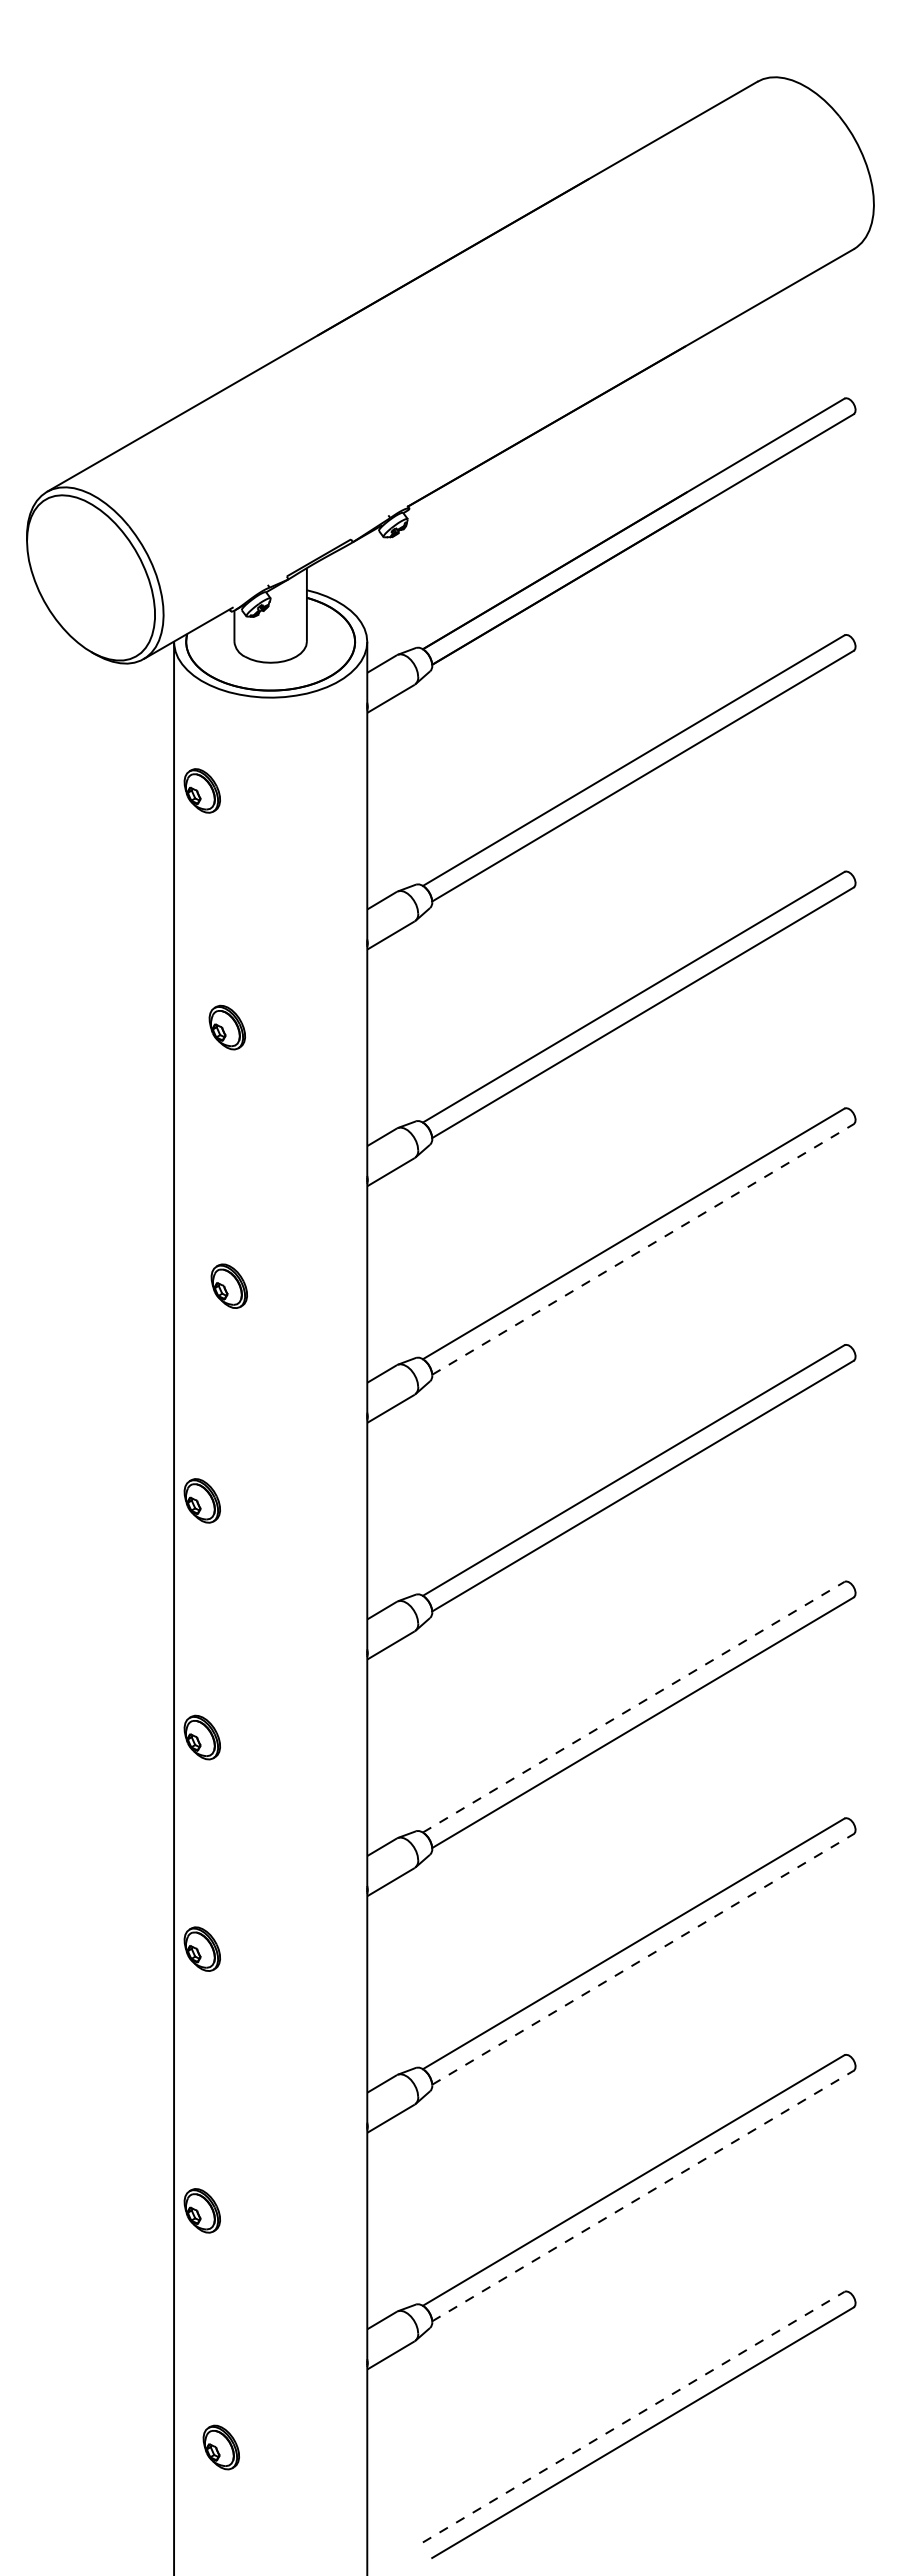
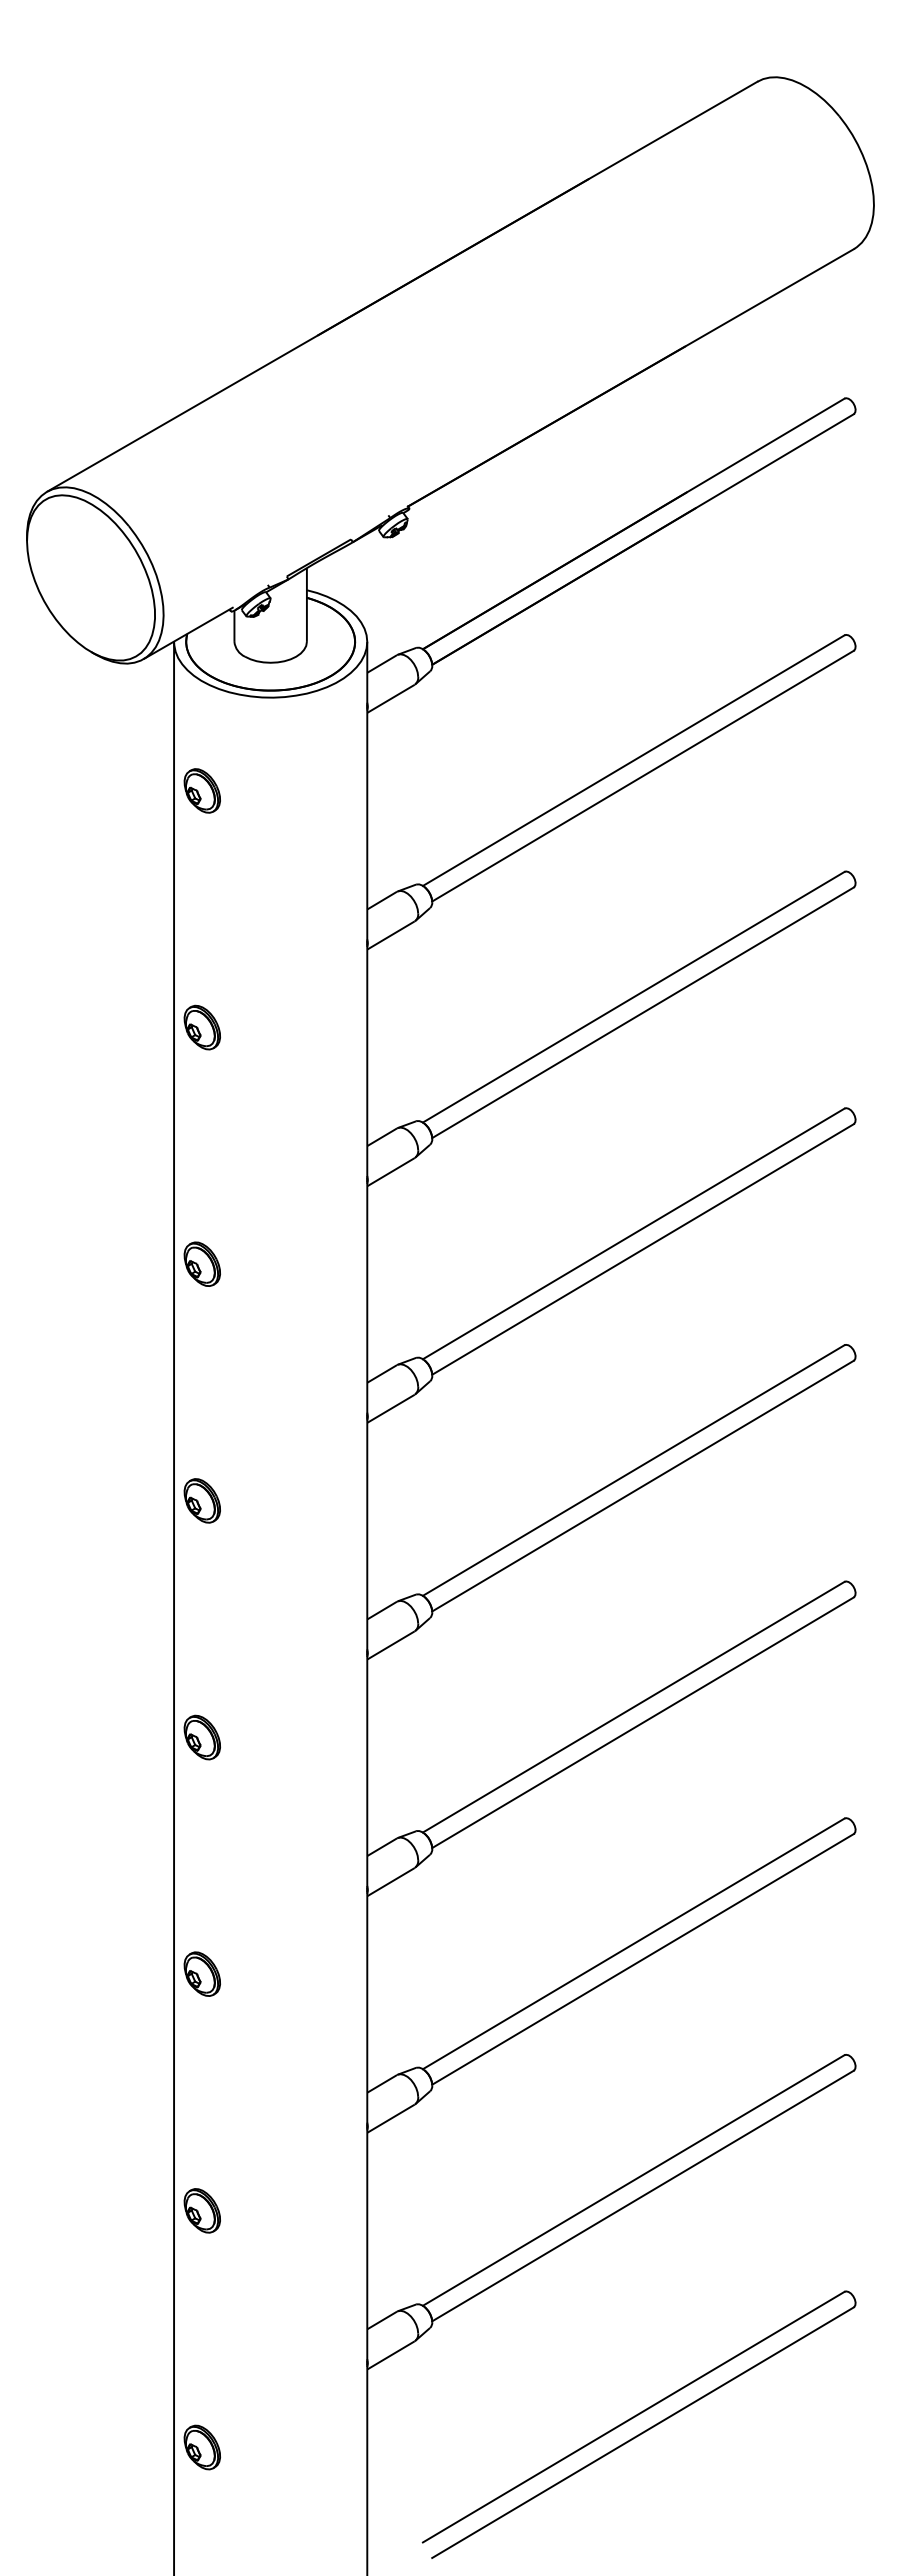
part at (226, 1027) position: (226, 1027) -> (201, 1027)
line at (643, 1249): dashed -> solid
part at (228, 1285) position: (228, 1285) -> (201, 1263)
line at (634, 1706): dashed -> solid
part at (201, 1948) position: (201, 1948) -> (201, 1973)
line at (643, 1959): dashed -> solid
line at (643, 2195): dashed -> solid
line at (634, 2416): dashed -> solid
part at (220, 2447) position: (220, 2447) -> (201, 2447)
